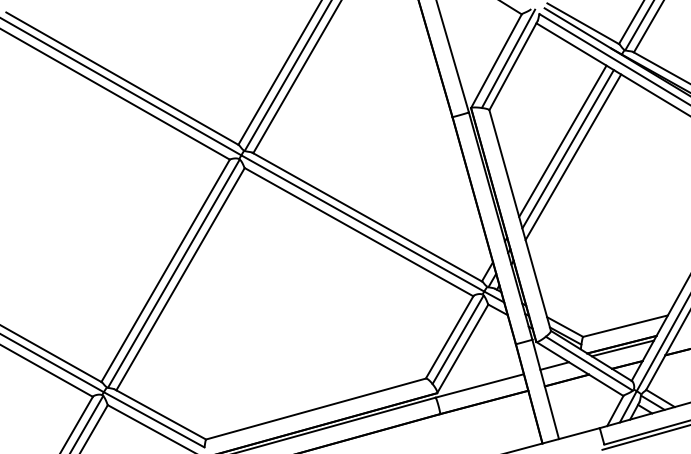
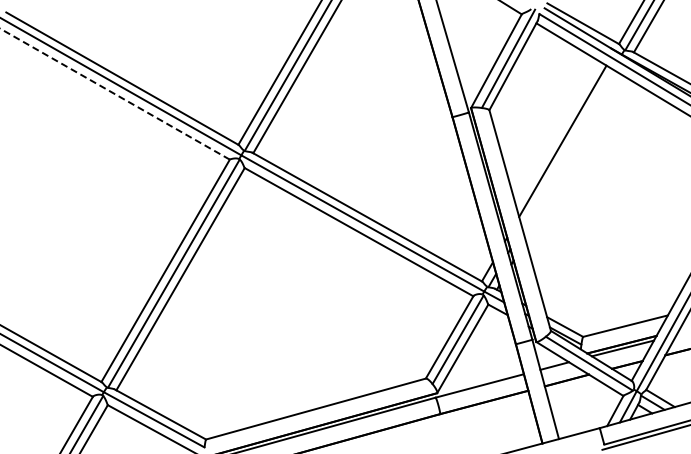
line at (115, 94): solid -> dashed
line at (567, 149): present -> none
line at (573, 157): present -> none
